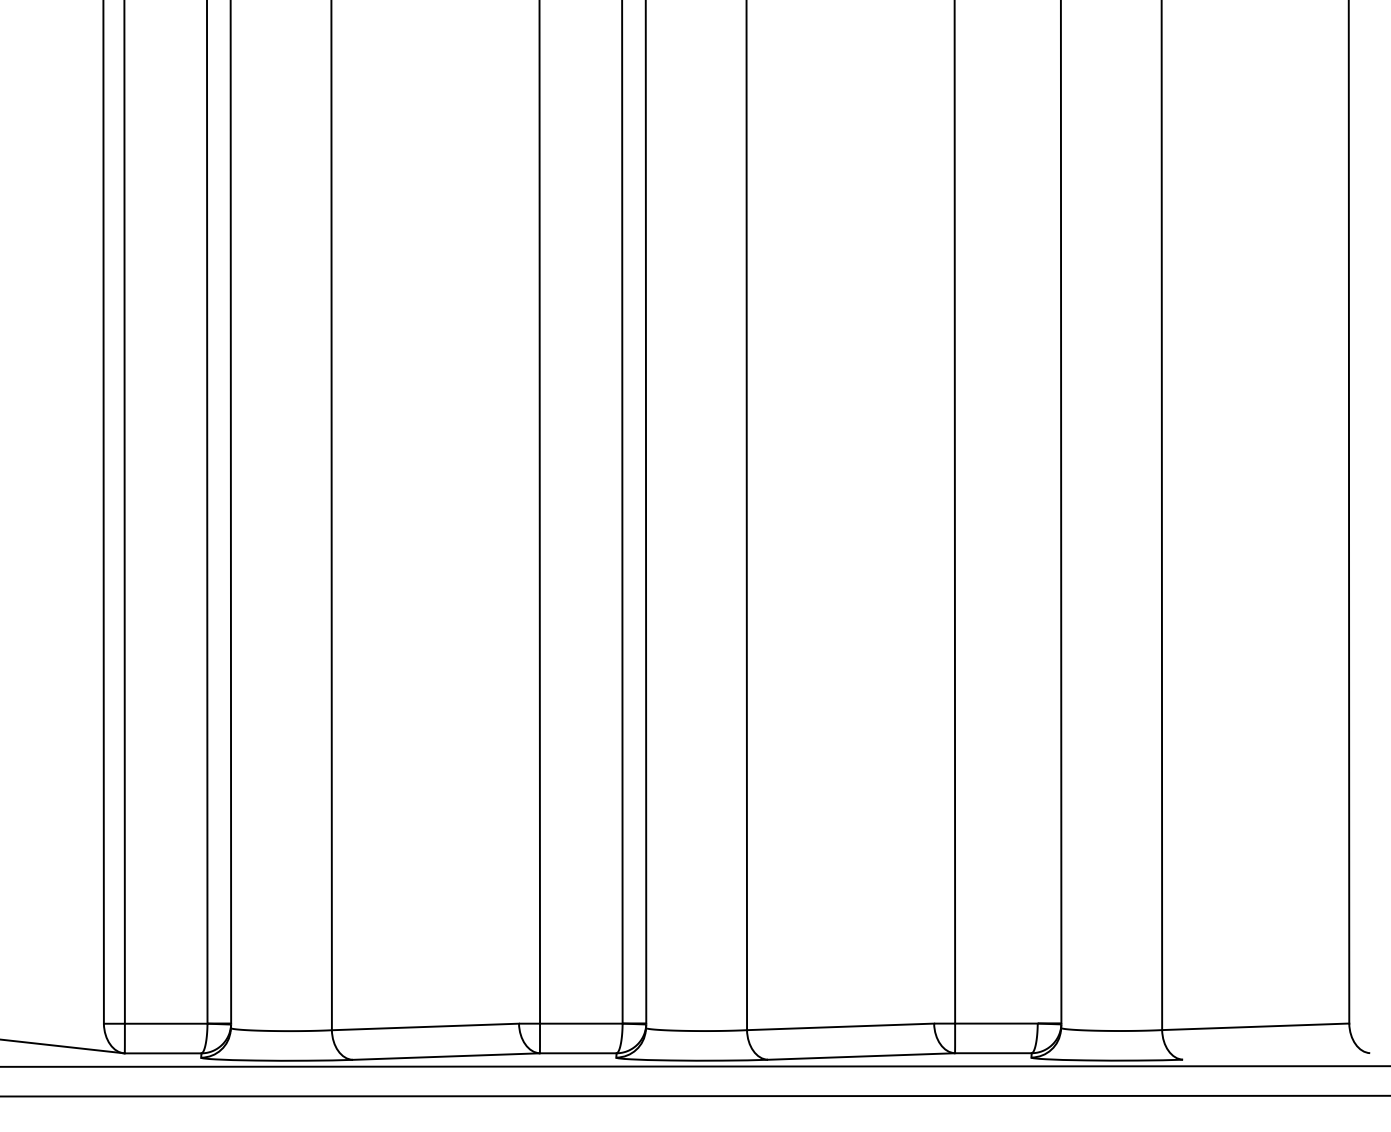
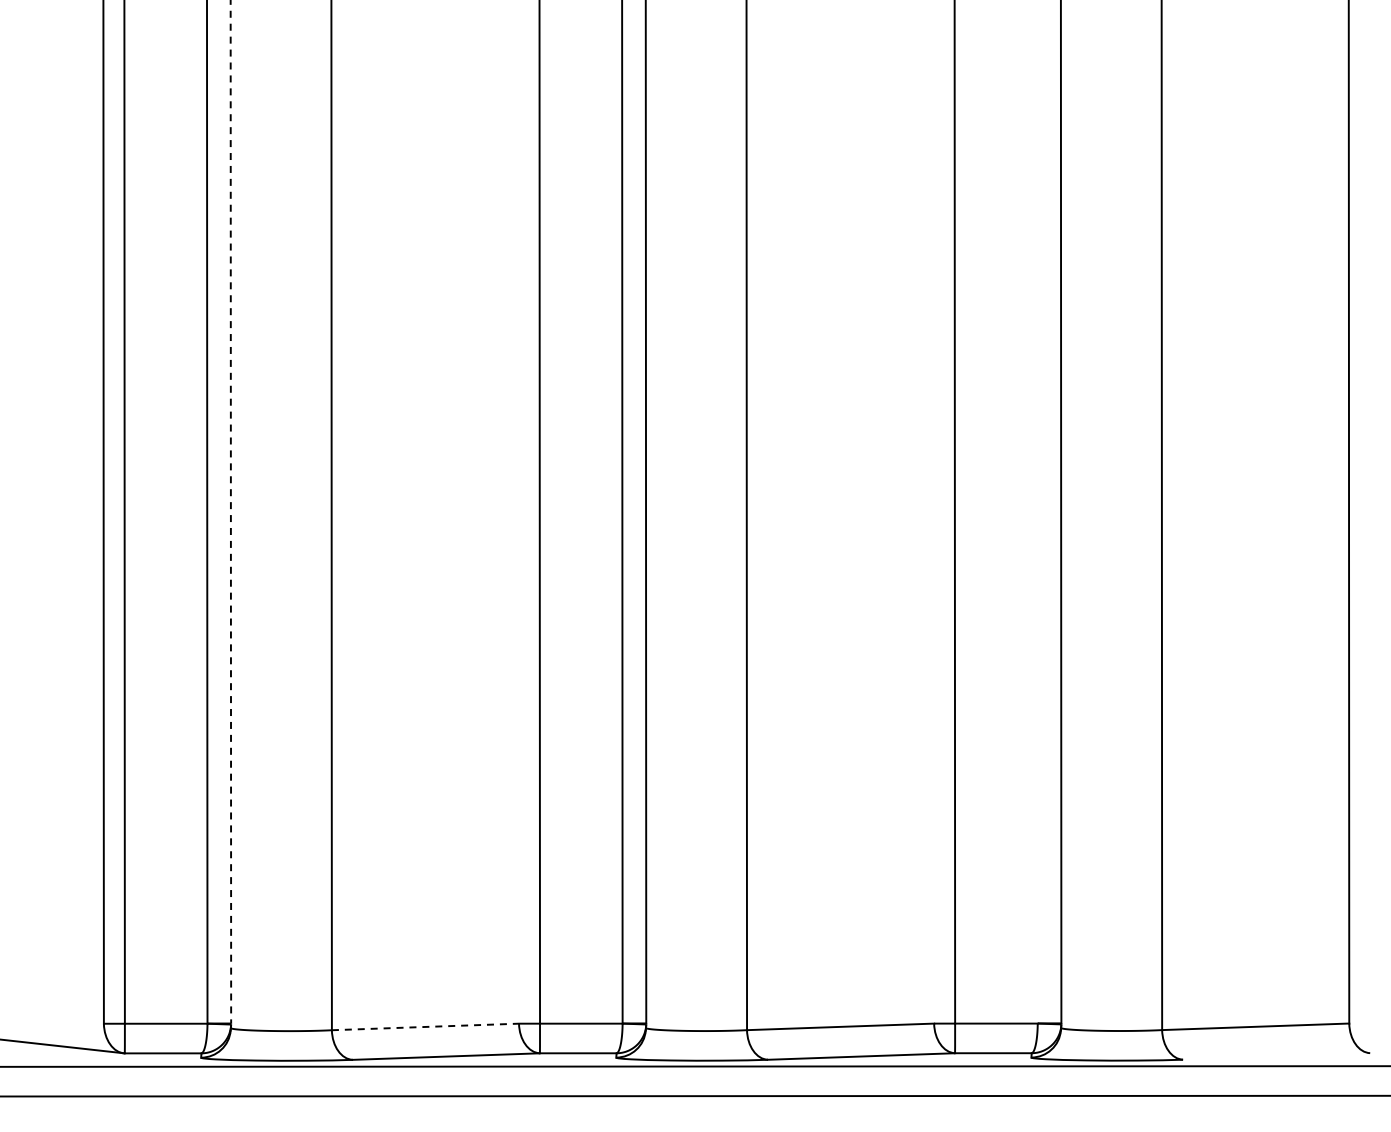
line at (230, 512): solid -> dashed
line at (425, 1026): solid -> dashed
